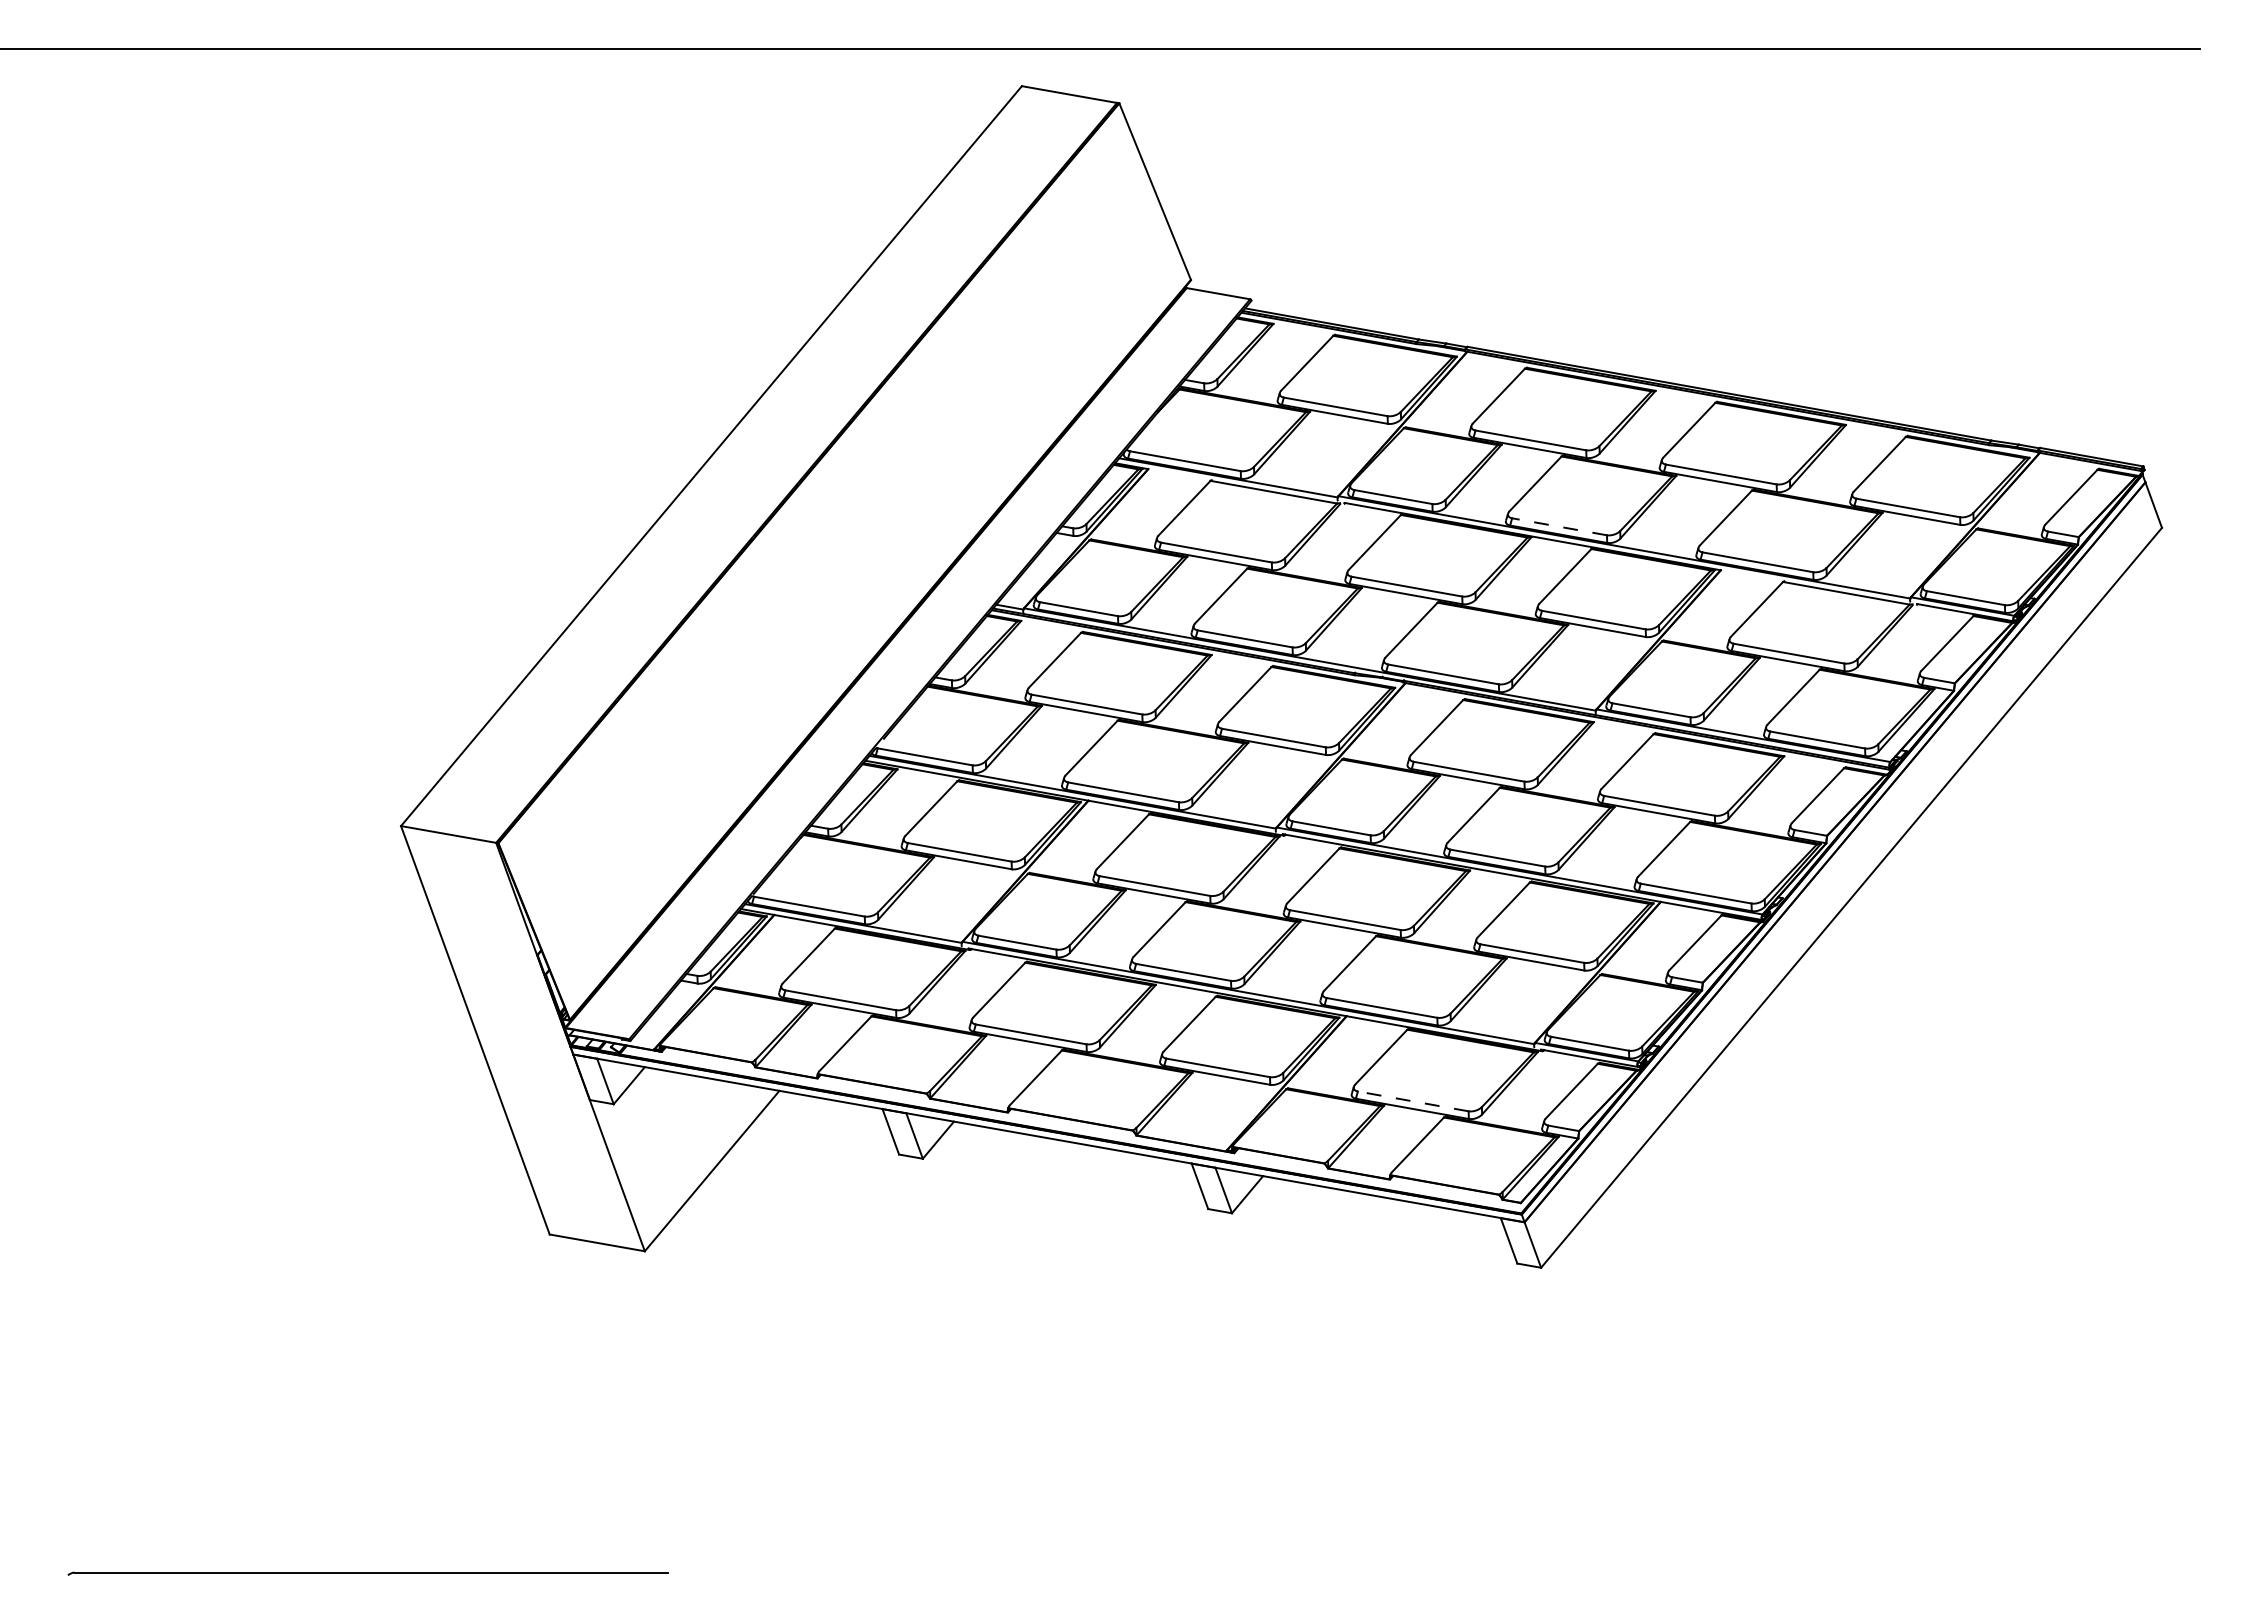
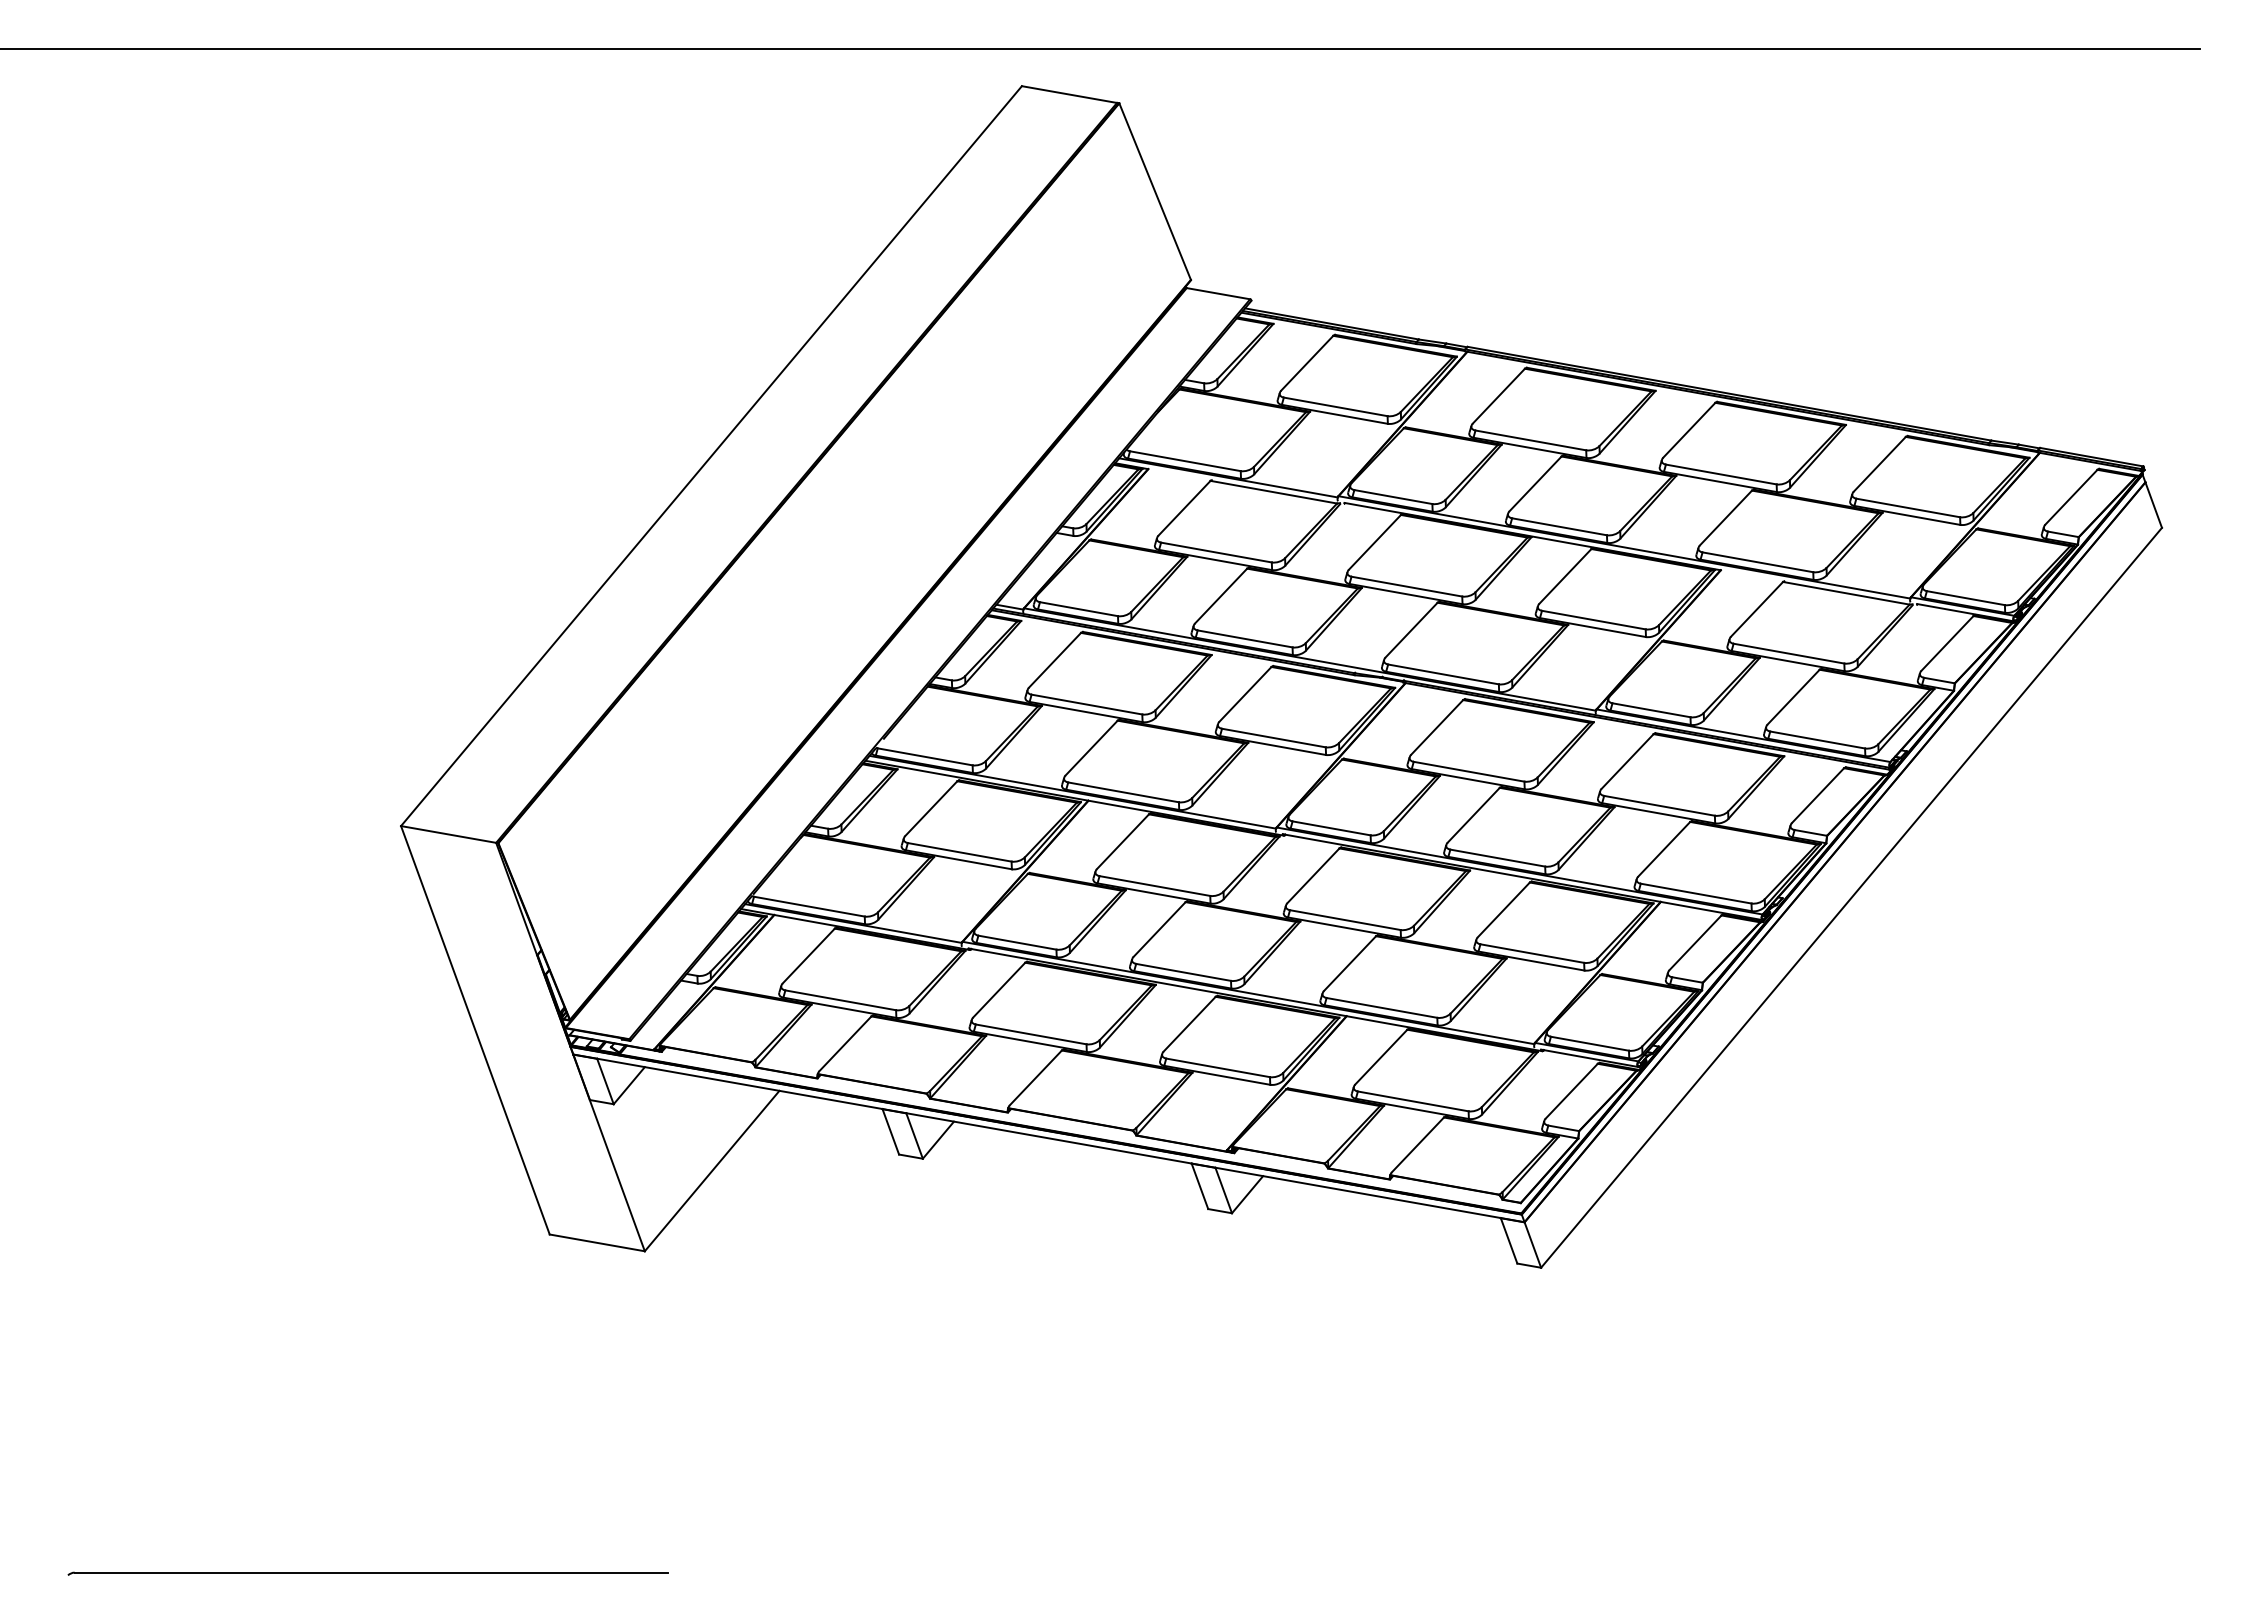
line at (1559, 526): dashed -> solid
line at (1412, 1101): dashed -> solid
